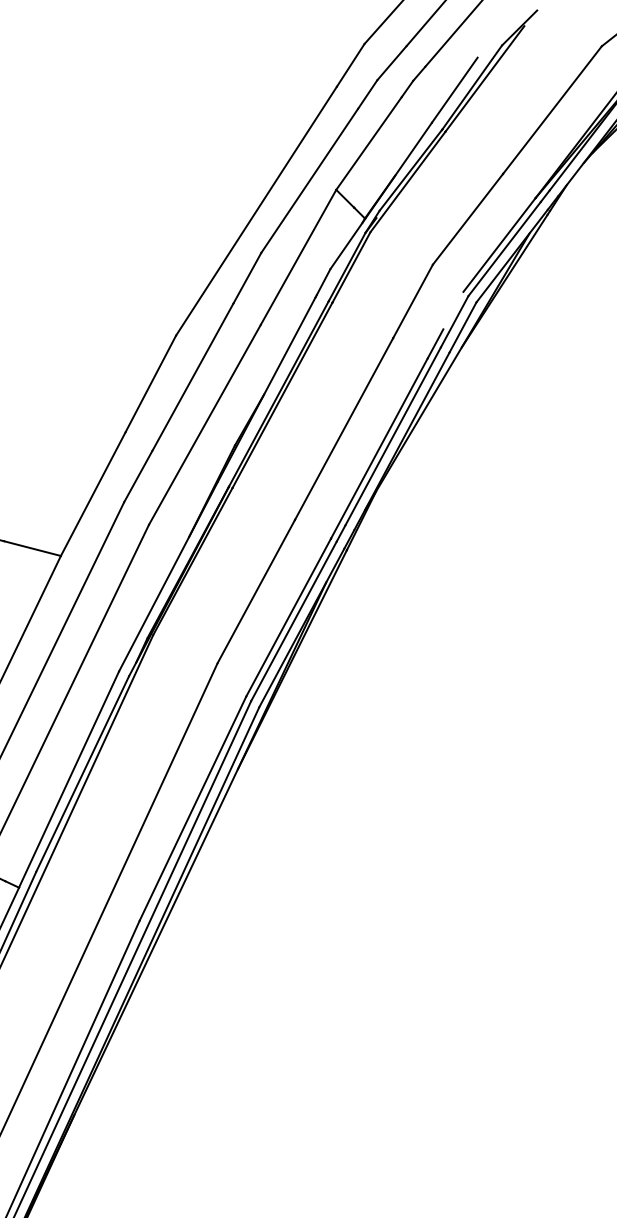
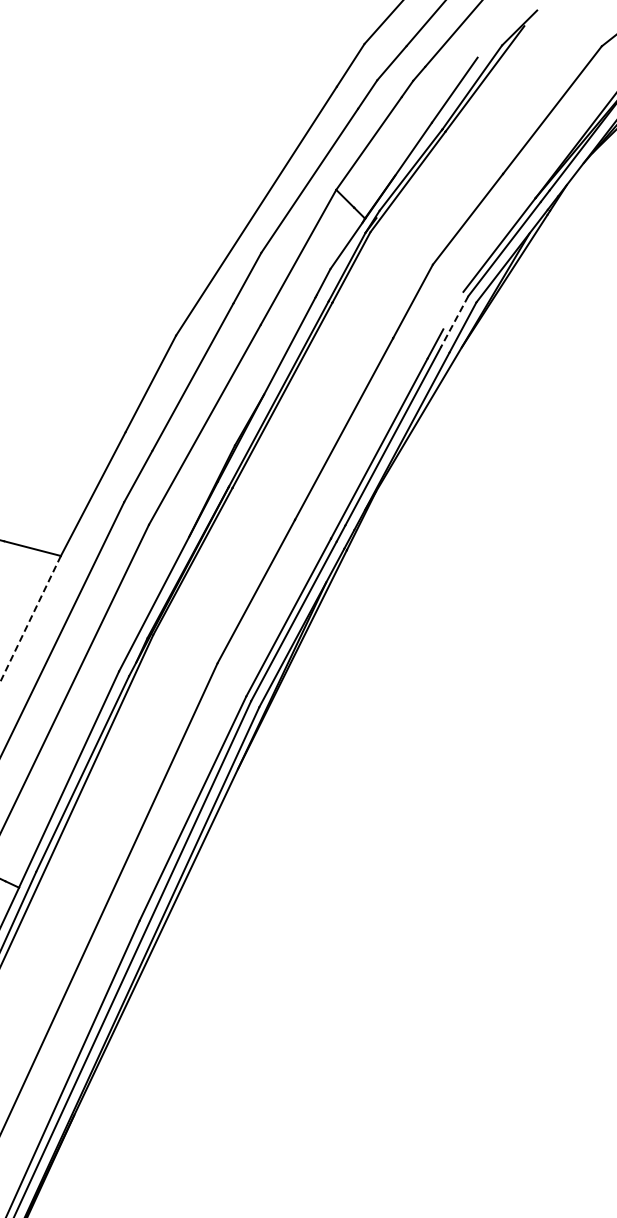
line at (454, 322): solid -> dashed
line at (30, 618): solid -> dashed
